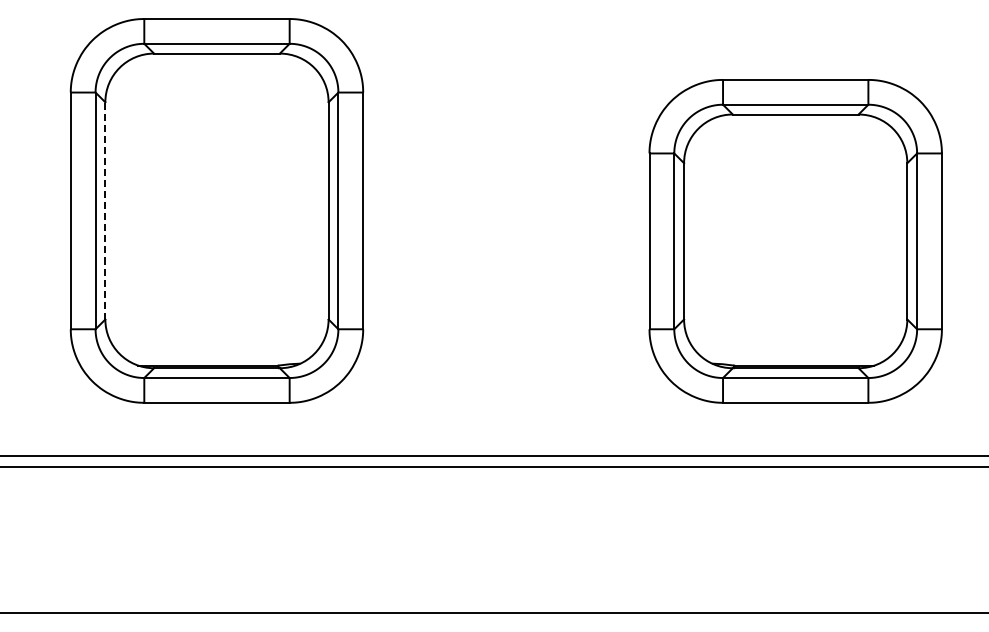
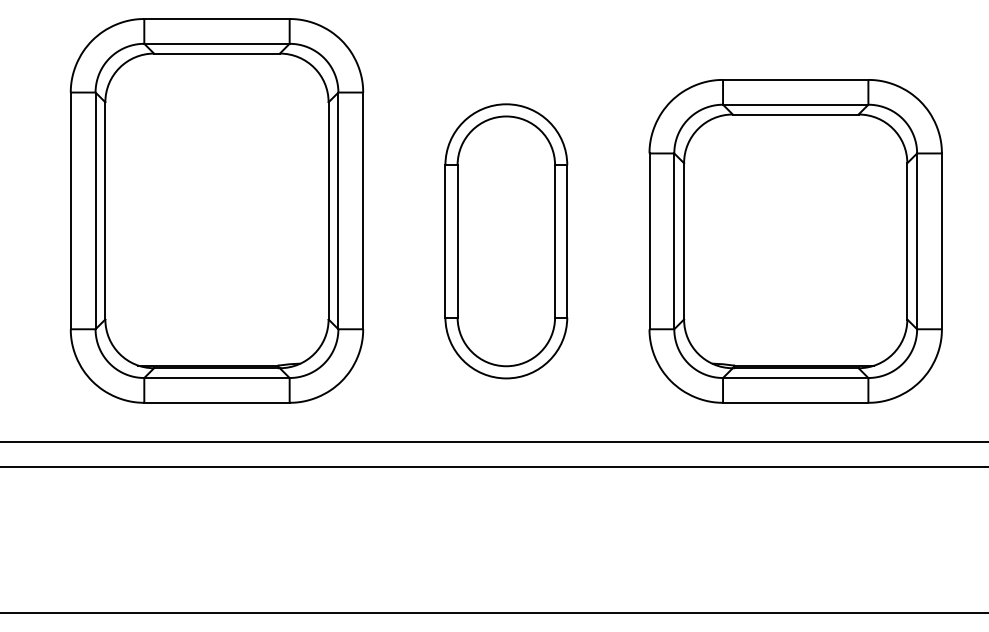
line at (105, 210): dashed -> solid
part at (506, 241): none -> present
line at (493, 456) position: (493, 456) -> (493, 442)
